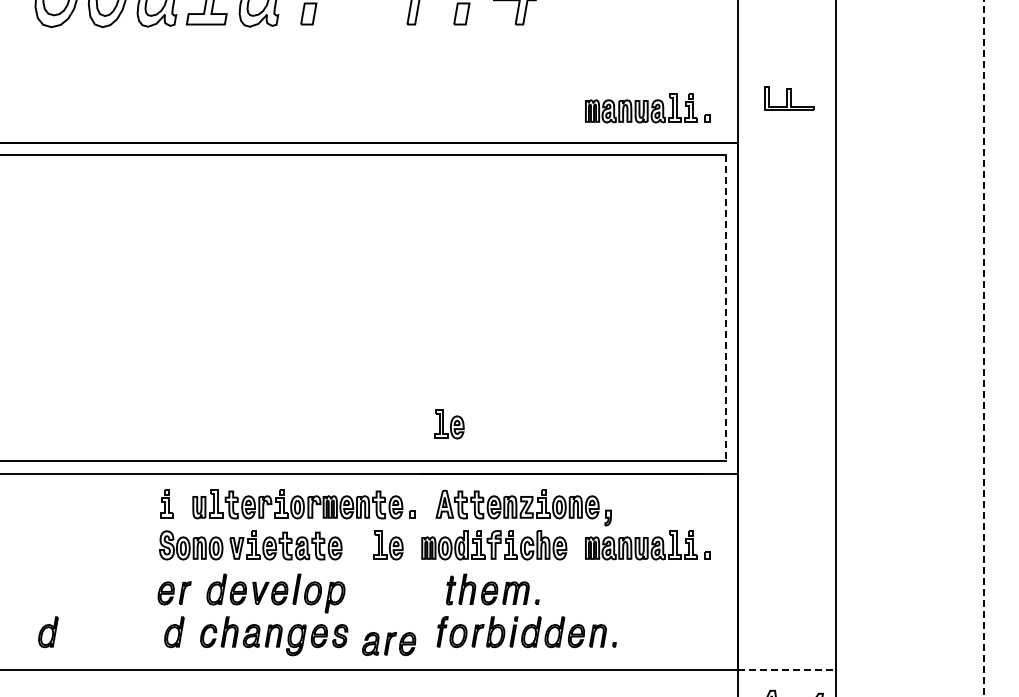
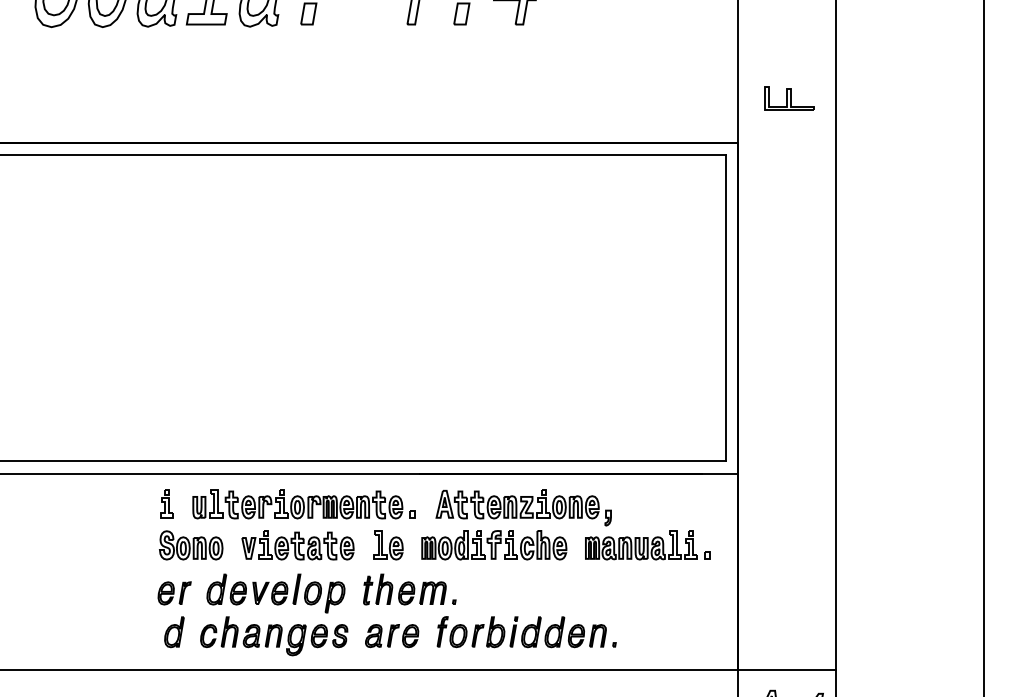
part at (647, 108): present -> none
line at (726, 308): dashed -> solid
line at (983, 348): dashed -> solid
part at (449, 424): present -> none
part at (285, 545) position: (285, 545) -> (297, 545)
part at (492, 589) position: (492, 589) -> (409, 589)
part at (48, 632): present -> none
part at (389, 644) position: (389, 644) -> (392, 636)
line at (787, 669): dashed -> solid
